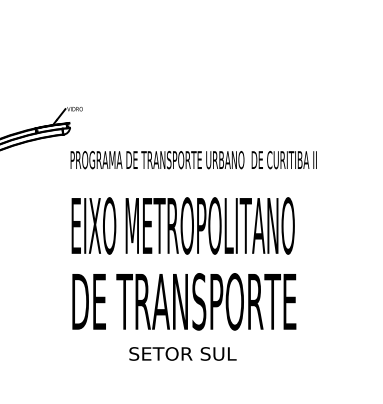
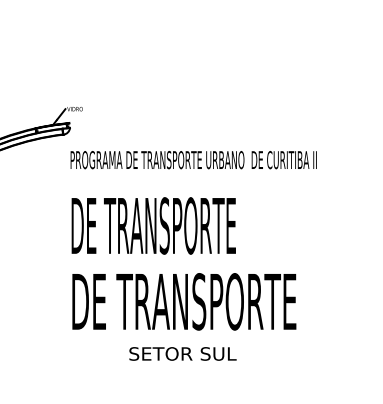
text at (183, 225): EIXO METROPOLITANO -> DE TRANSPORTE
